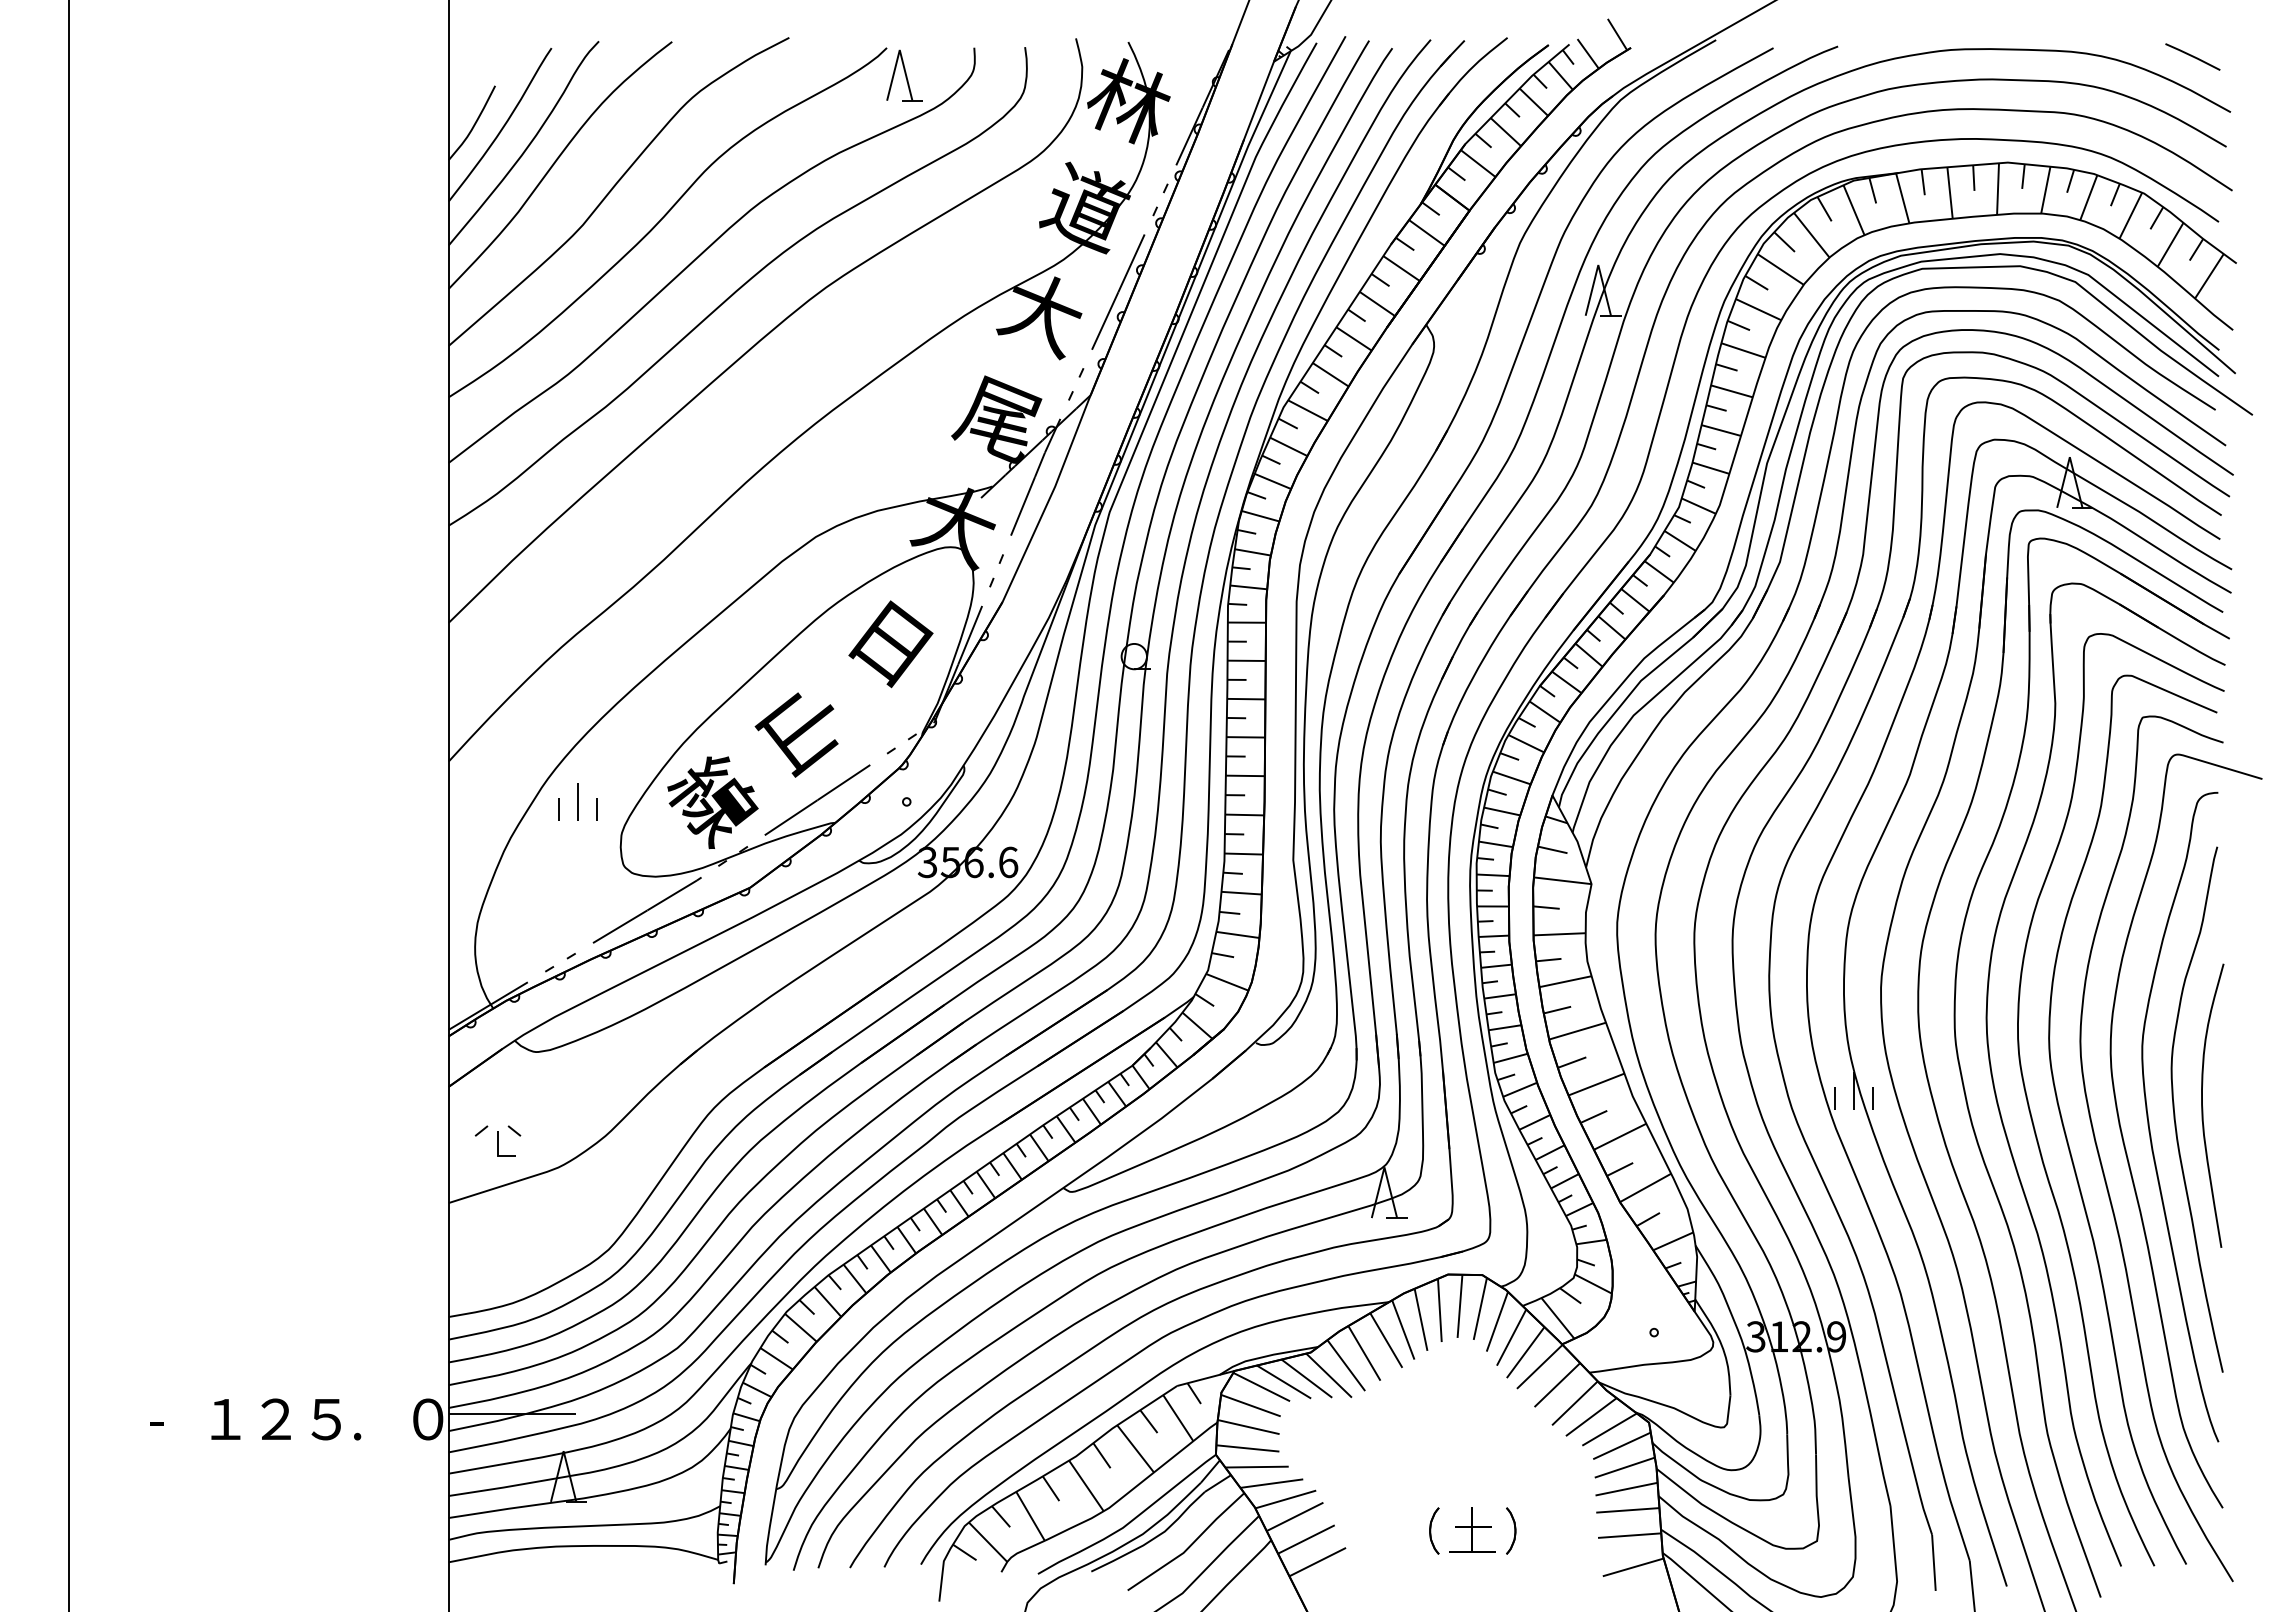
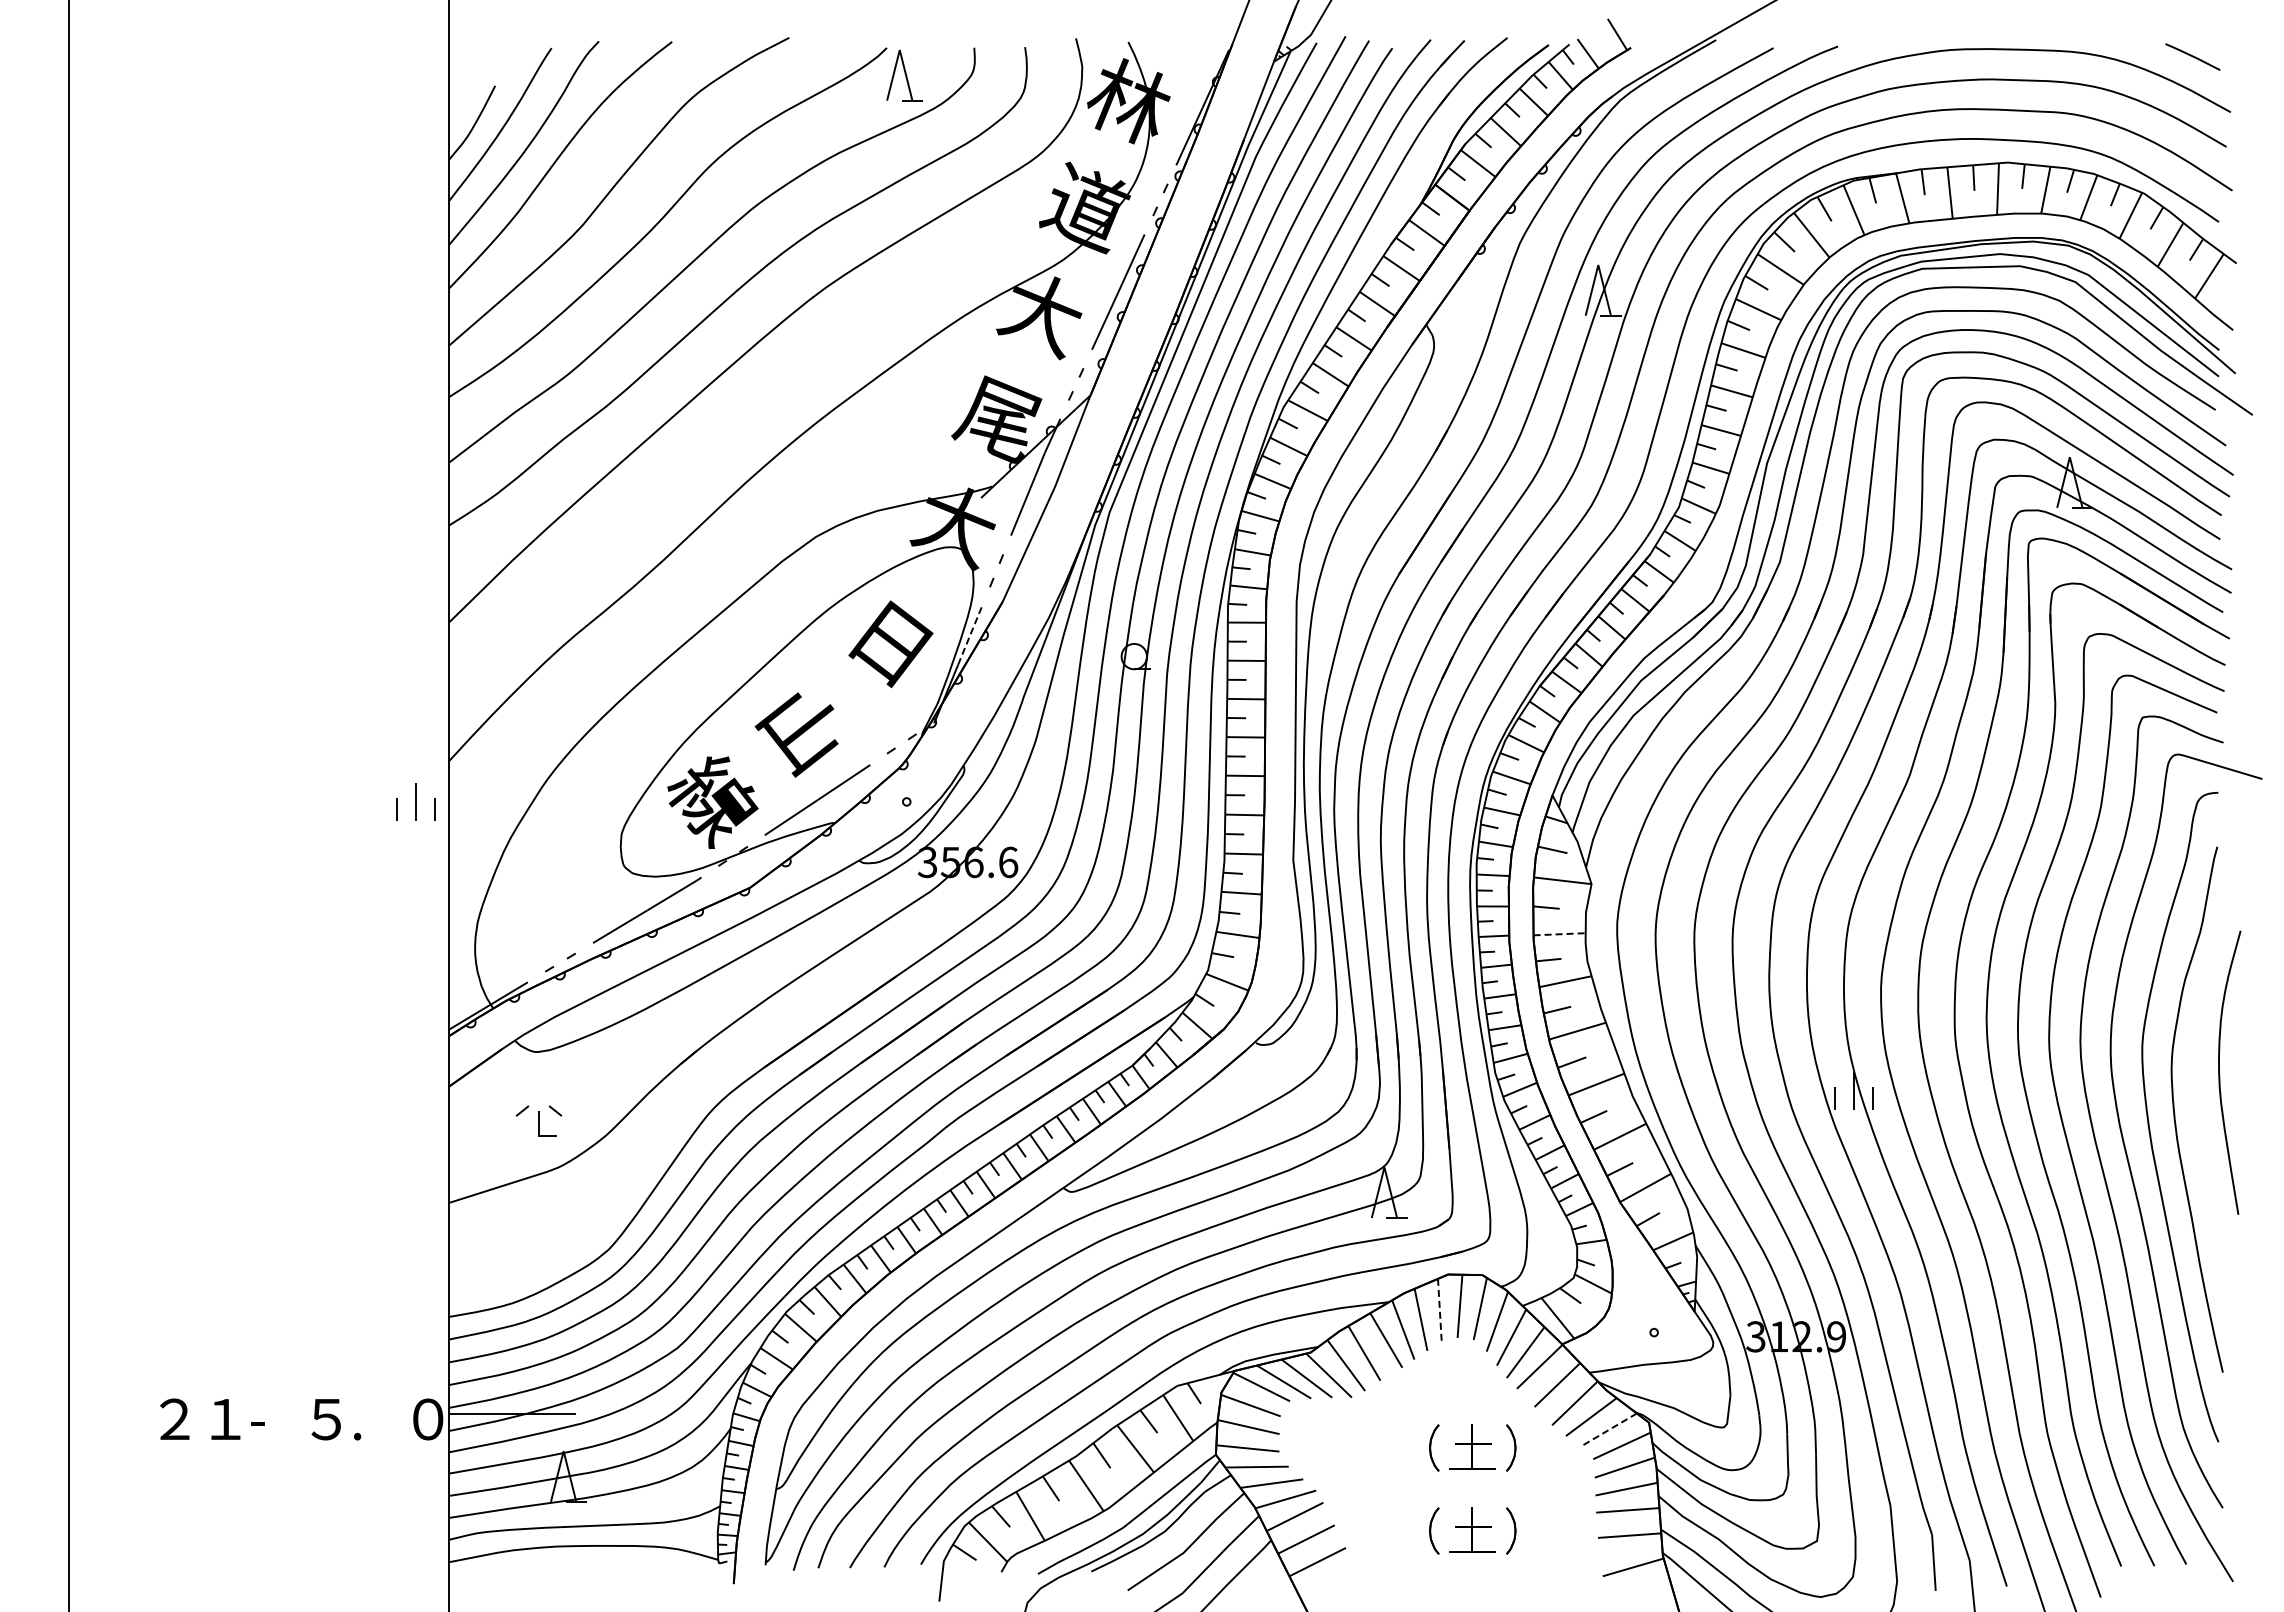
line at (970, 635): solid -> dashed
part at (577, 801) position: (577, 801) -> (415, 801)
line at (1560, 934): solid -> dashed
curve at (2203, 1107) position: (2203, 1107) -> (2220, 1074)
part at (497, 1140) position: (497, 1140) -> (538, 1120)
line at (1439, 1310): solid -> dashed
text at (169, 1418): - -> ２
text at (270, 1418): ２ -> -
line at (1609, 1429): solid -> dashed
part at (1472, 1447): none -> present
